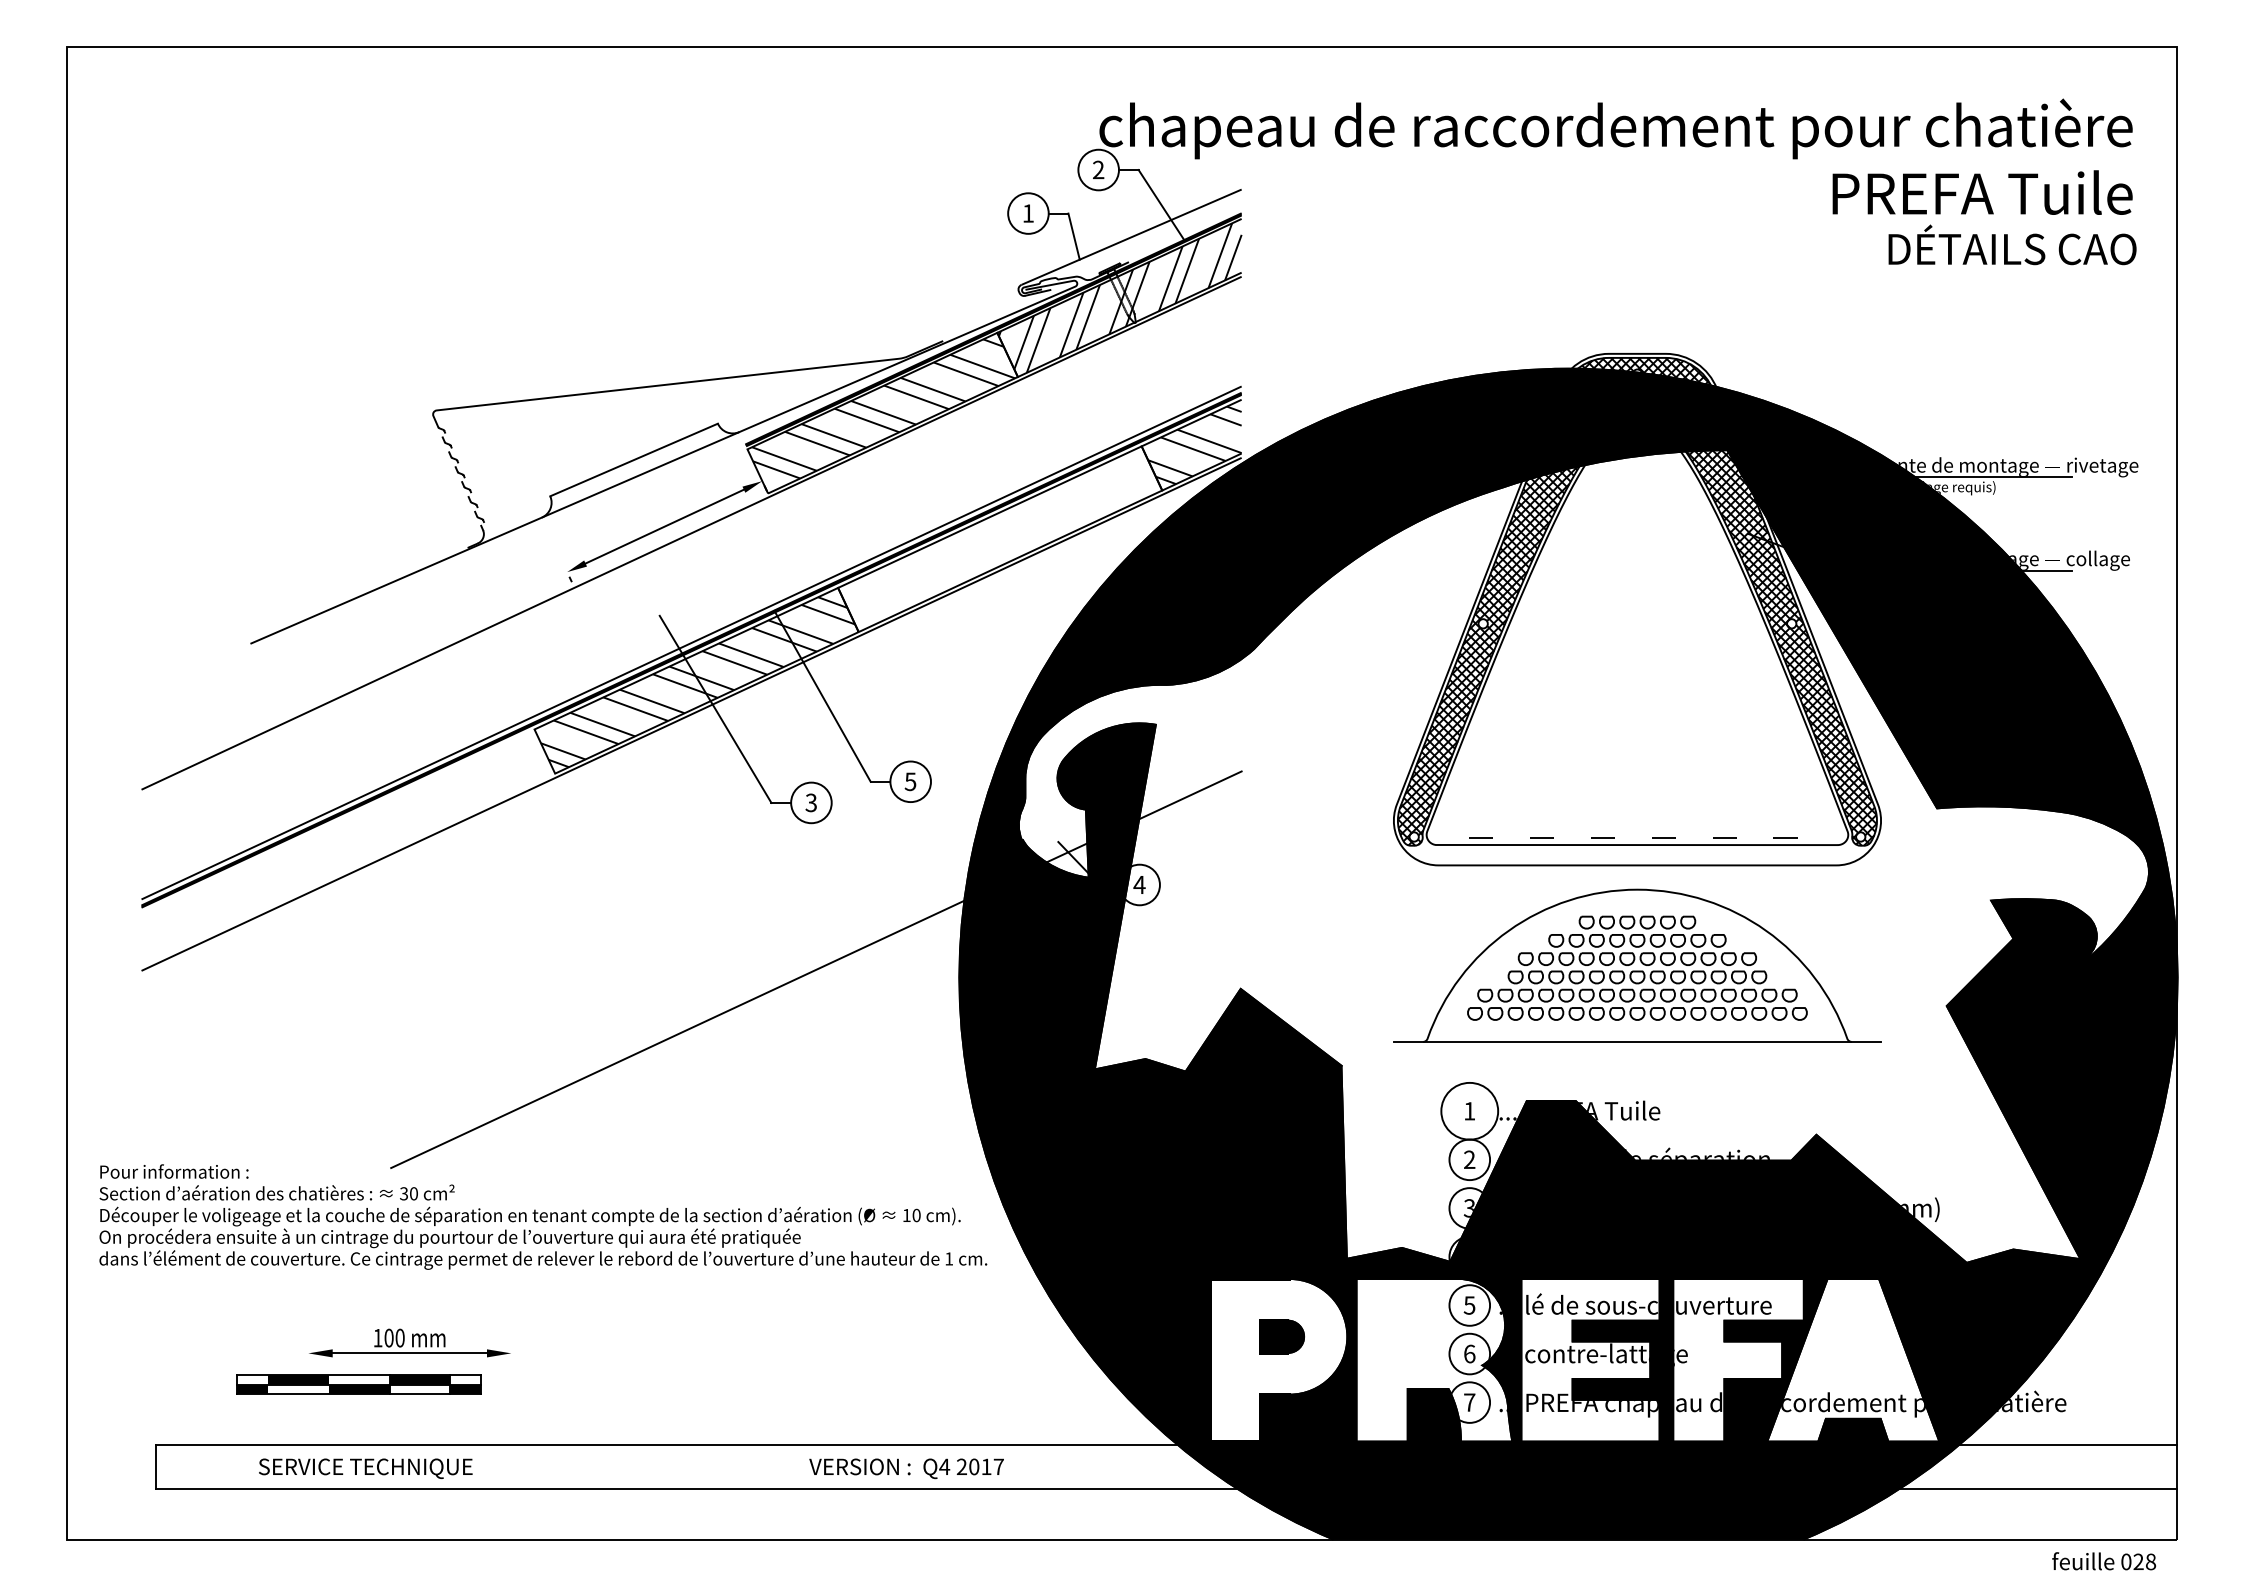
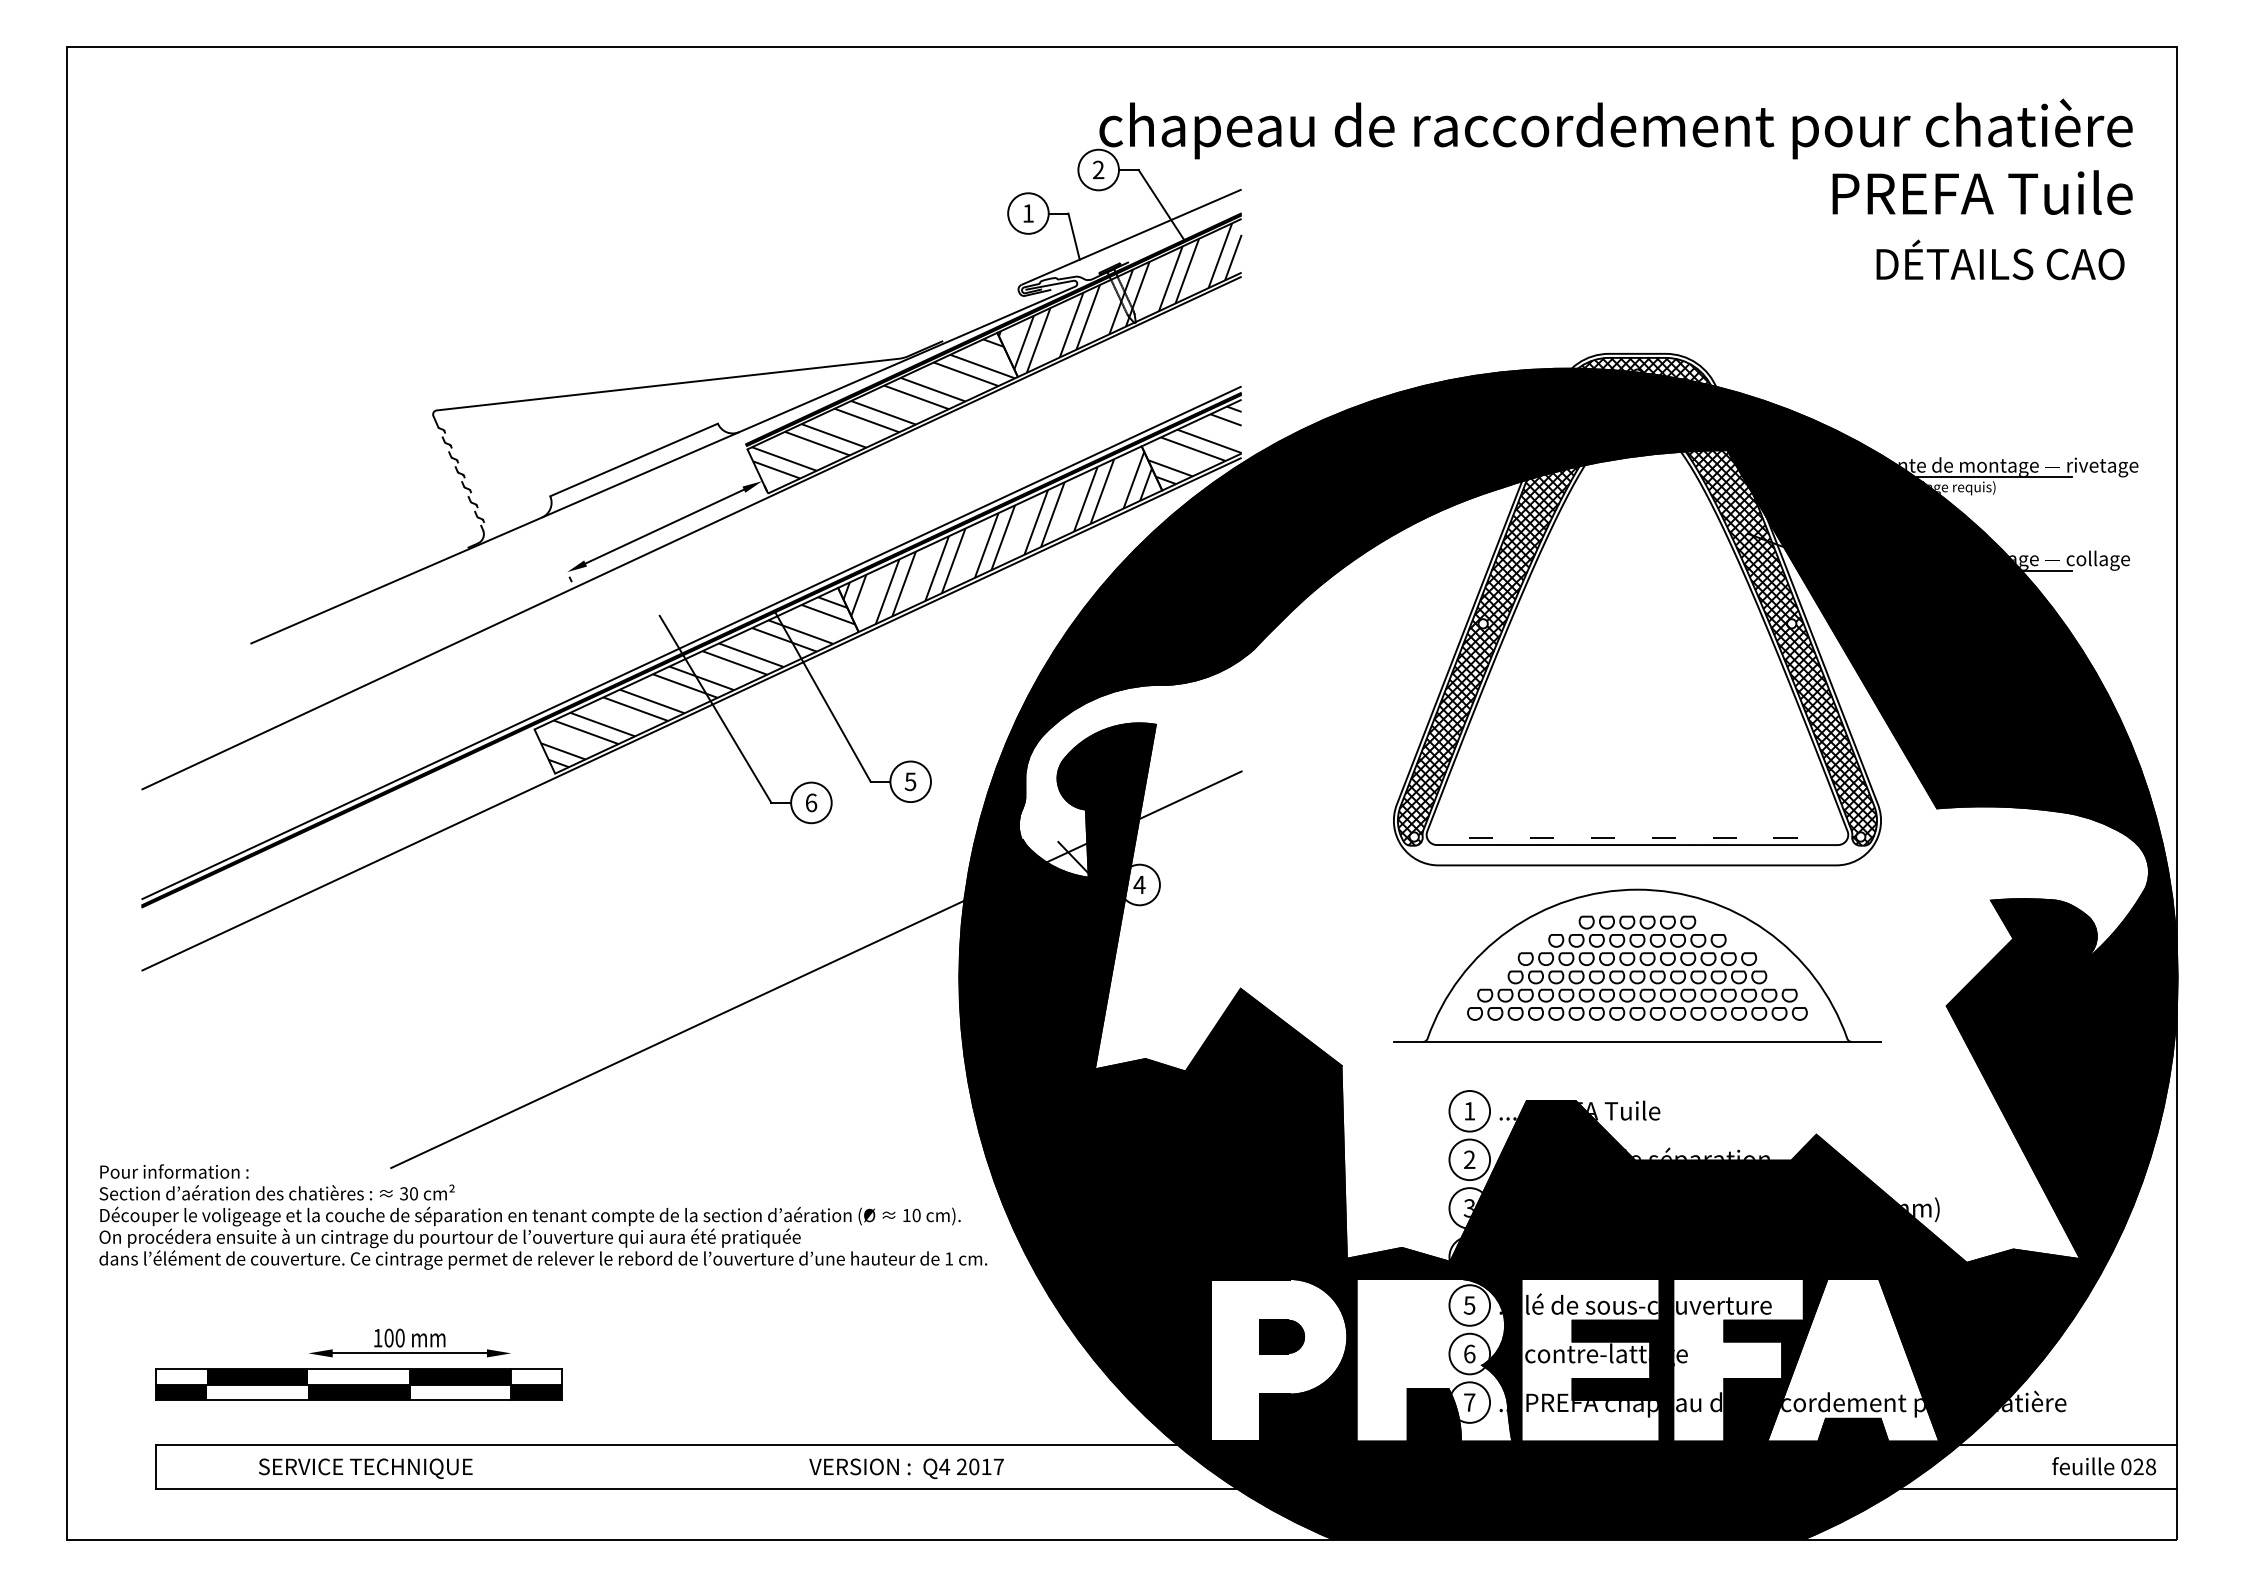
text at (2012, 244) position: (2012, 244) -> (2000, 259)
hatch at (997, 537): none -> present
text at (811, 802): 3 -> 6
circle at (1469, 1110) diameter: 57 px -> 41 px
part at (358, 1384) size: 246x21 px -> 408x33 px
text at (2104, 1561) position: (2104, 1561) -> (2104, 1466)
